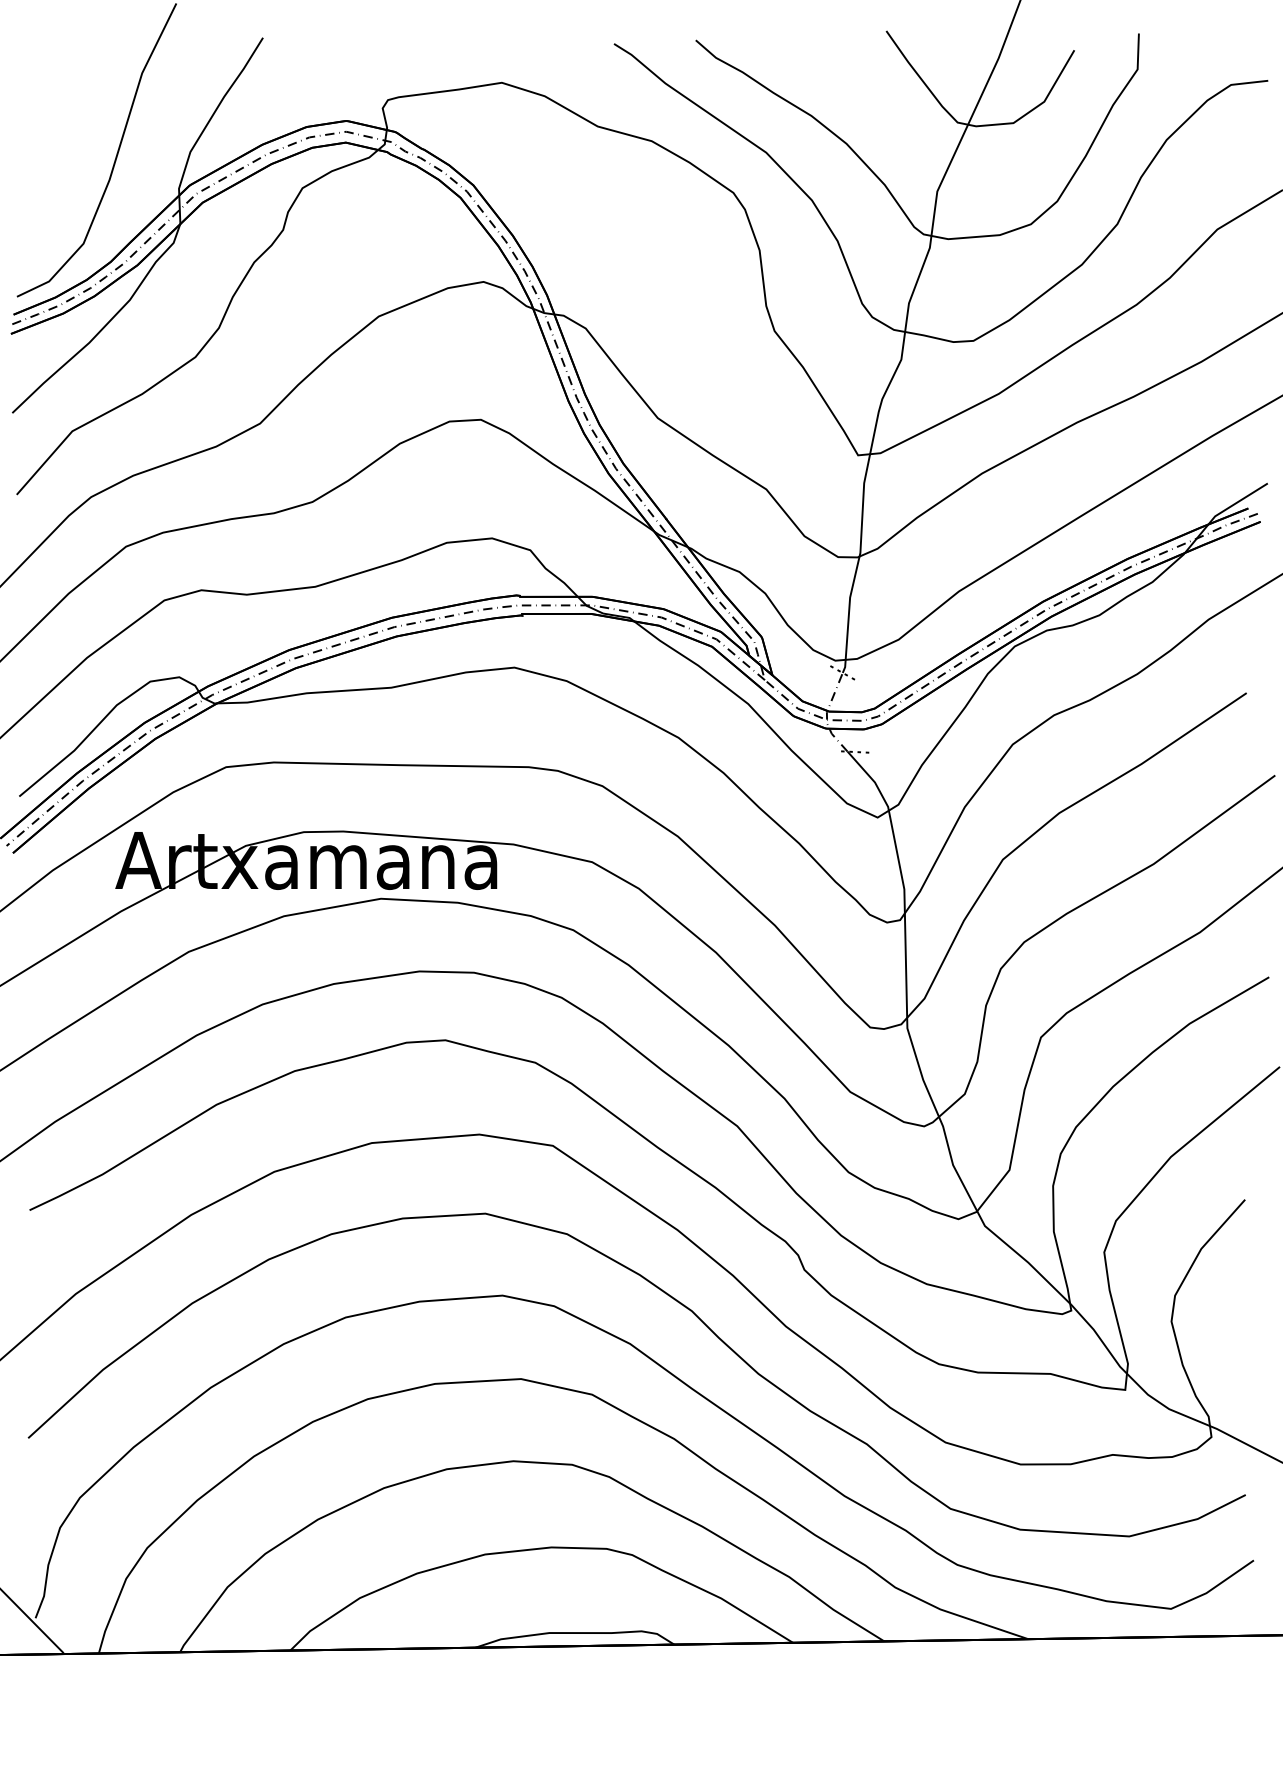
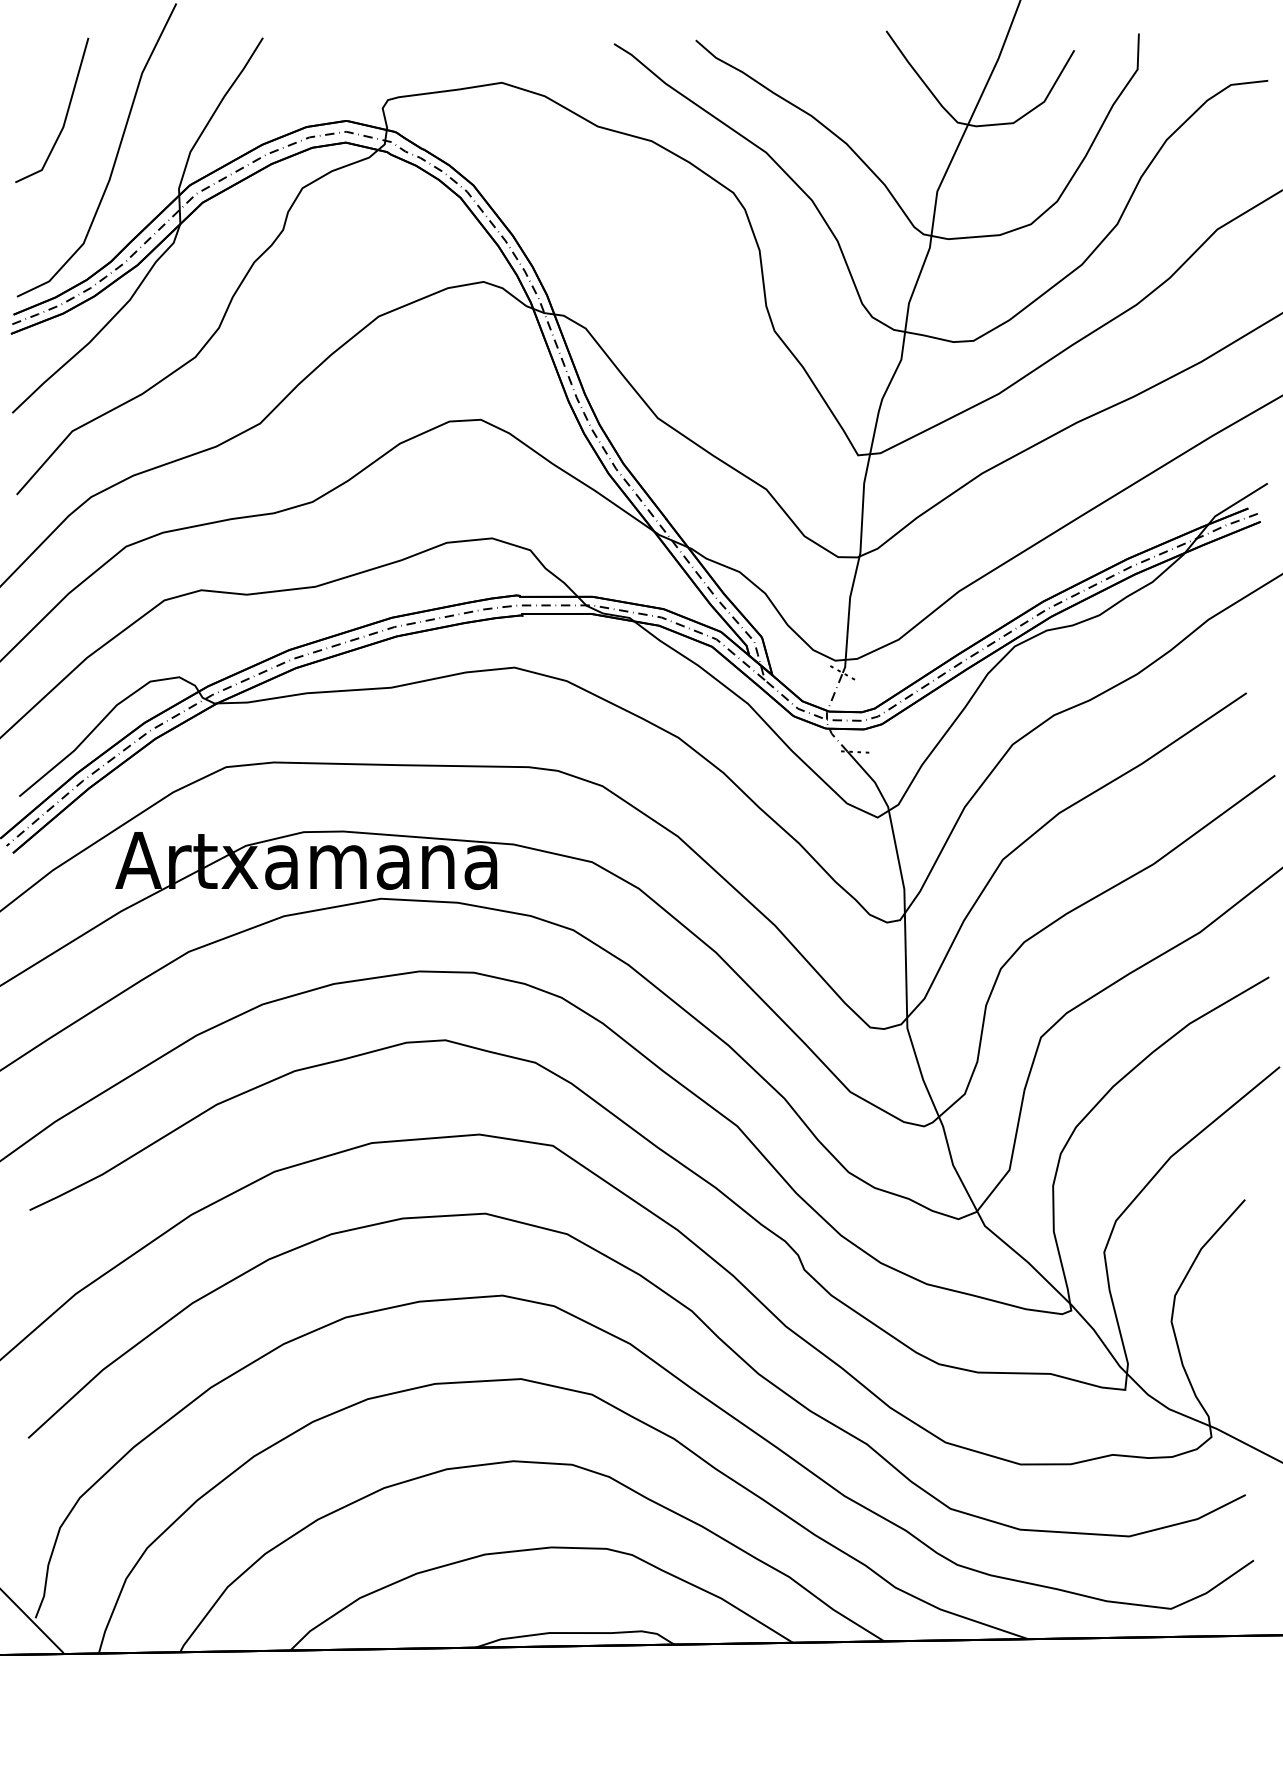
line at (66, 111): none -> present
